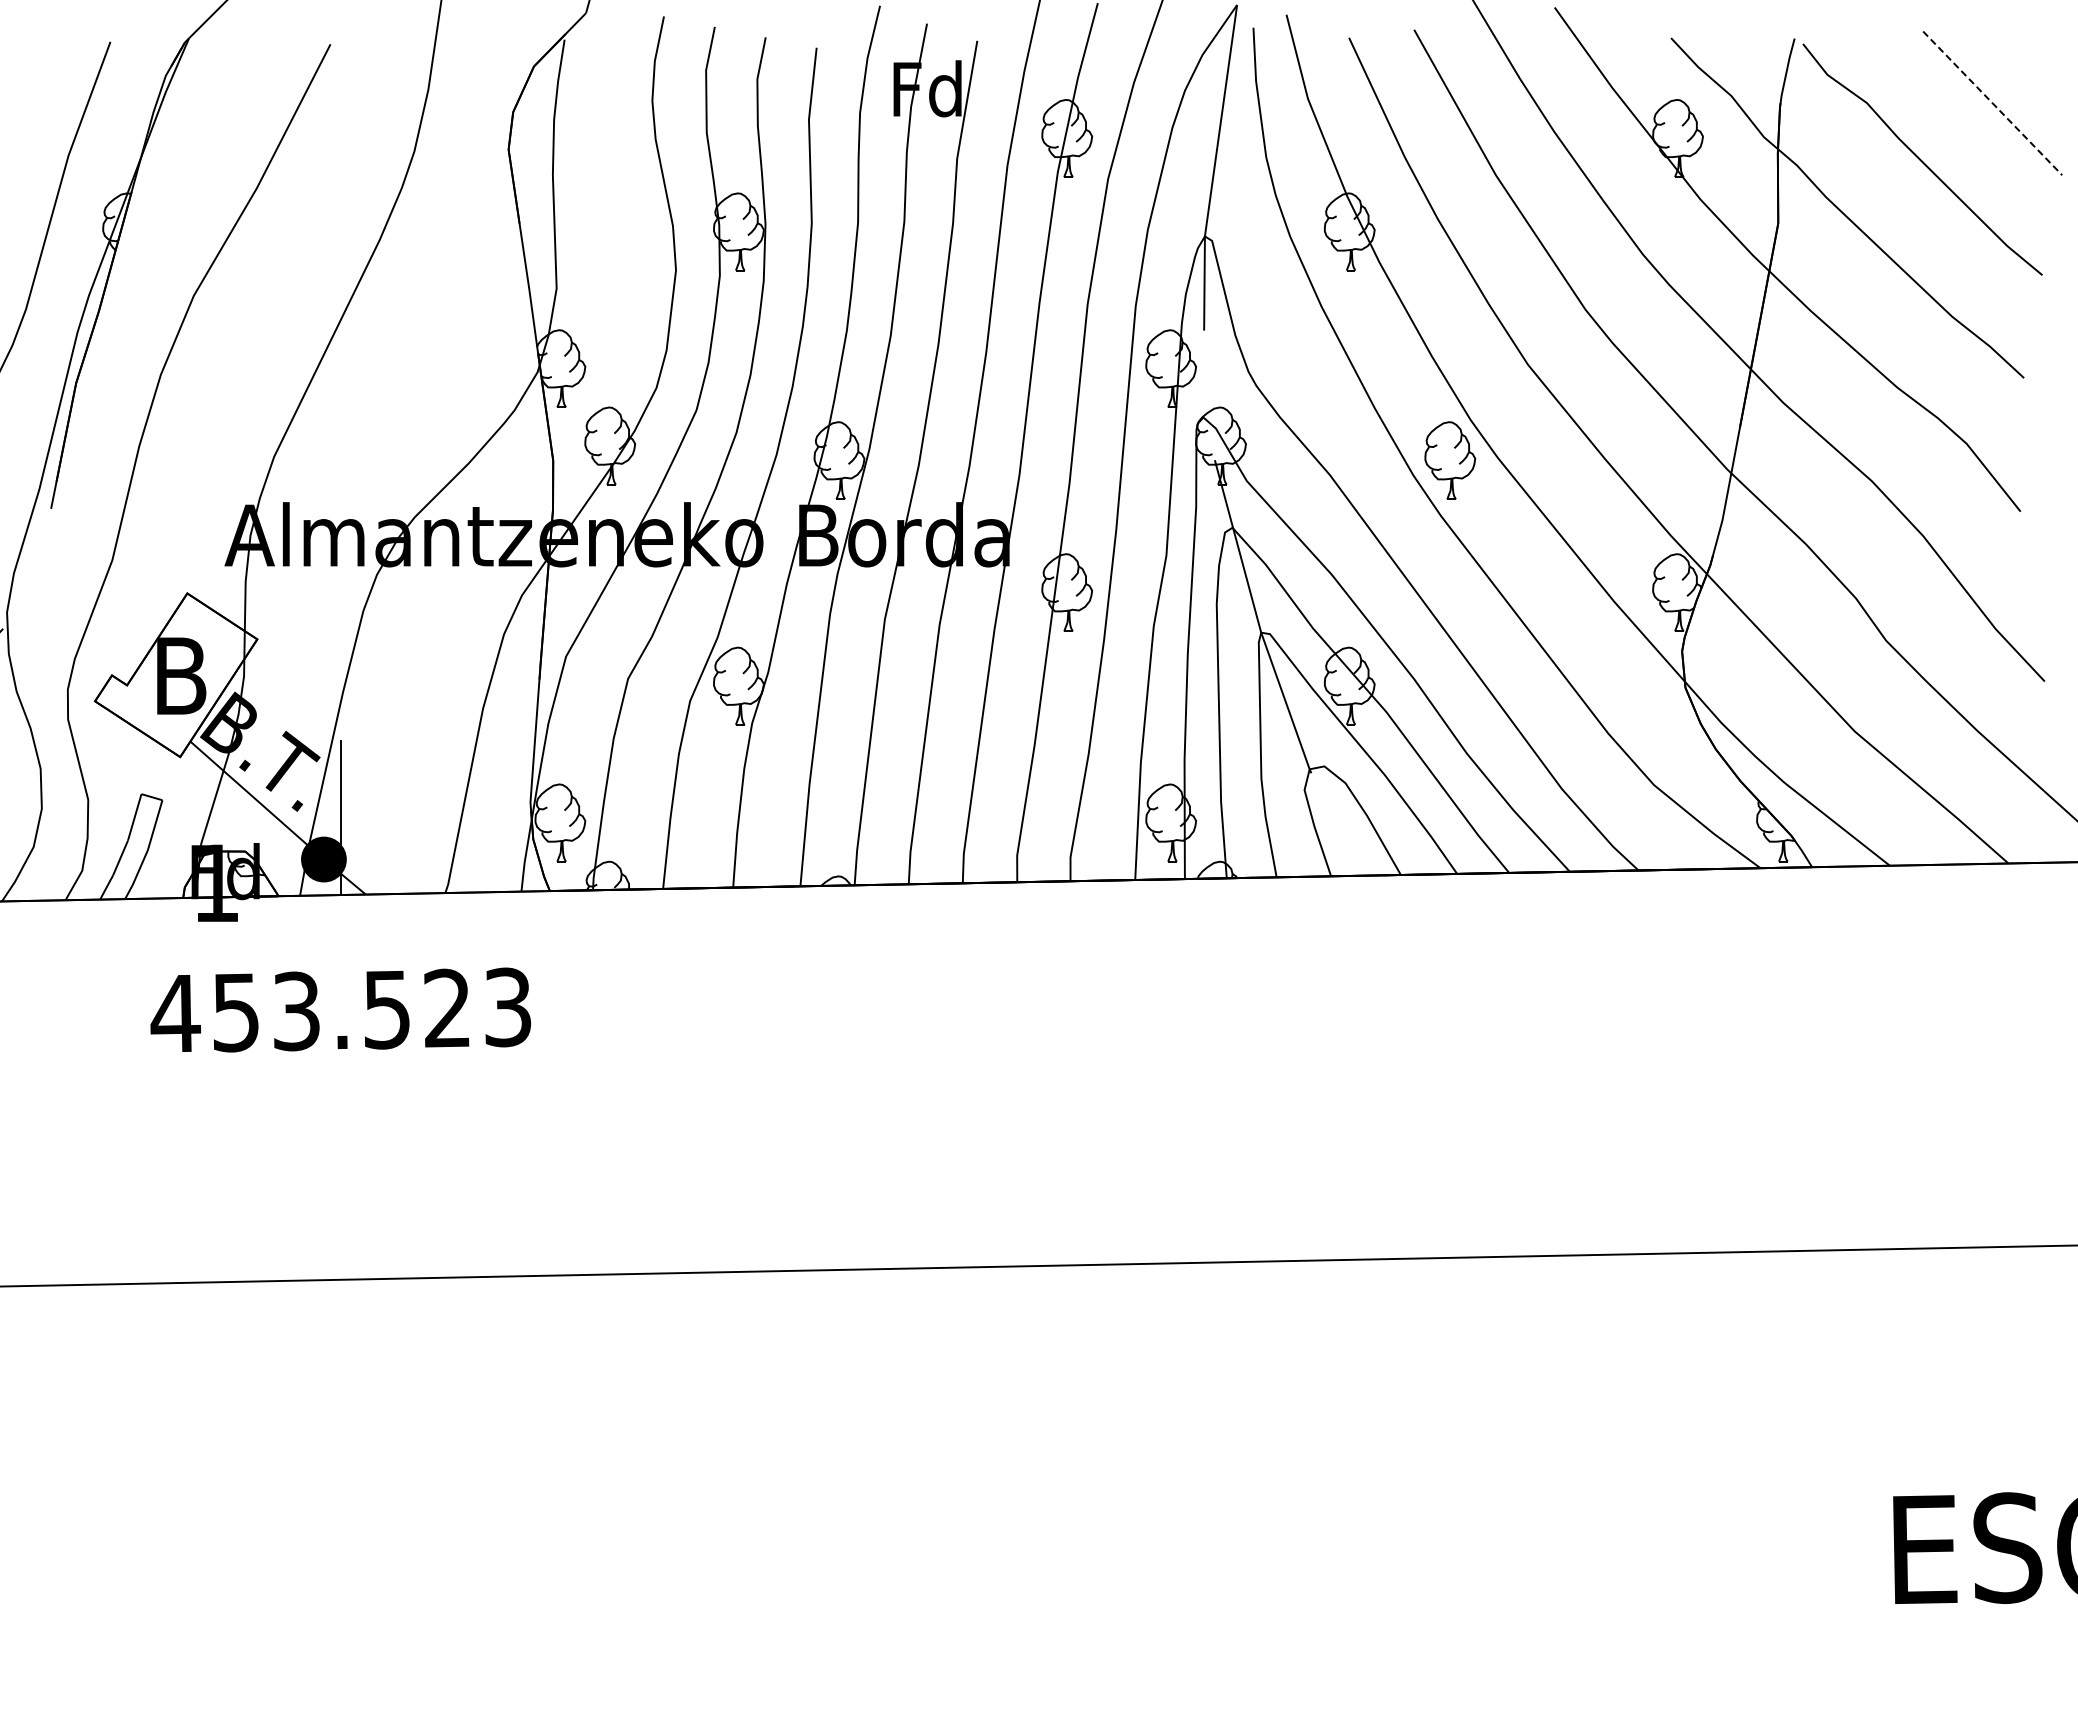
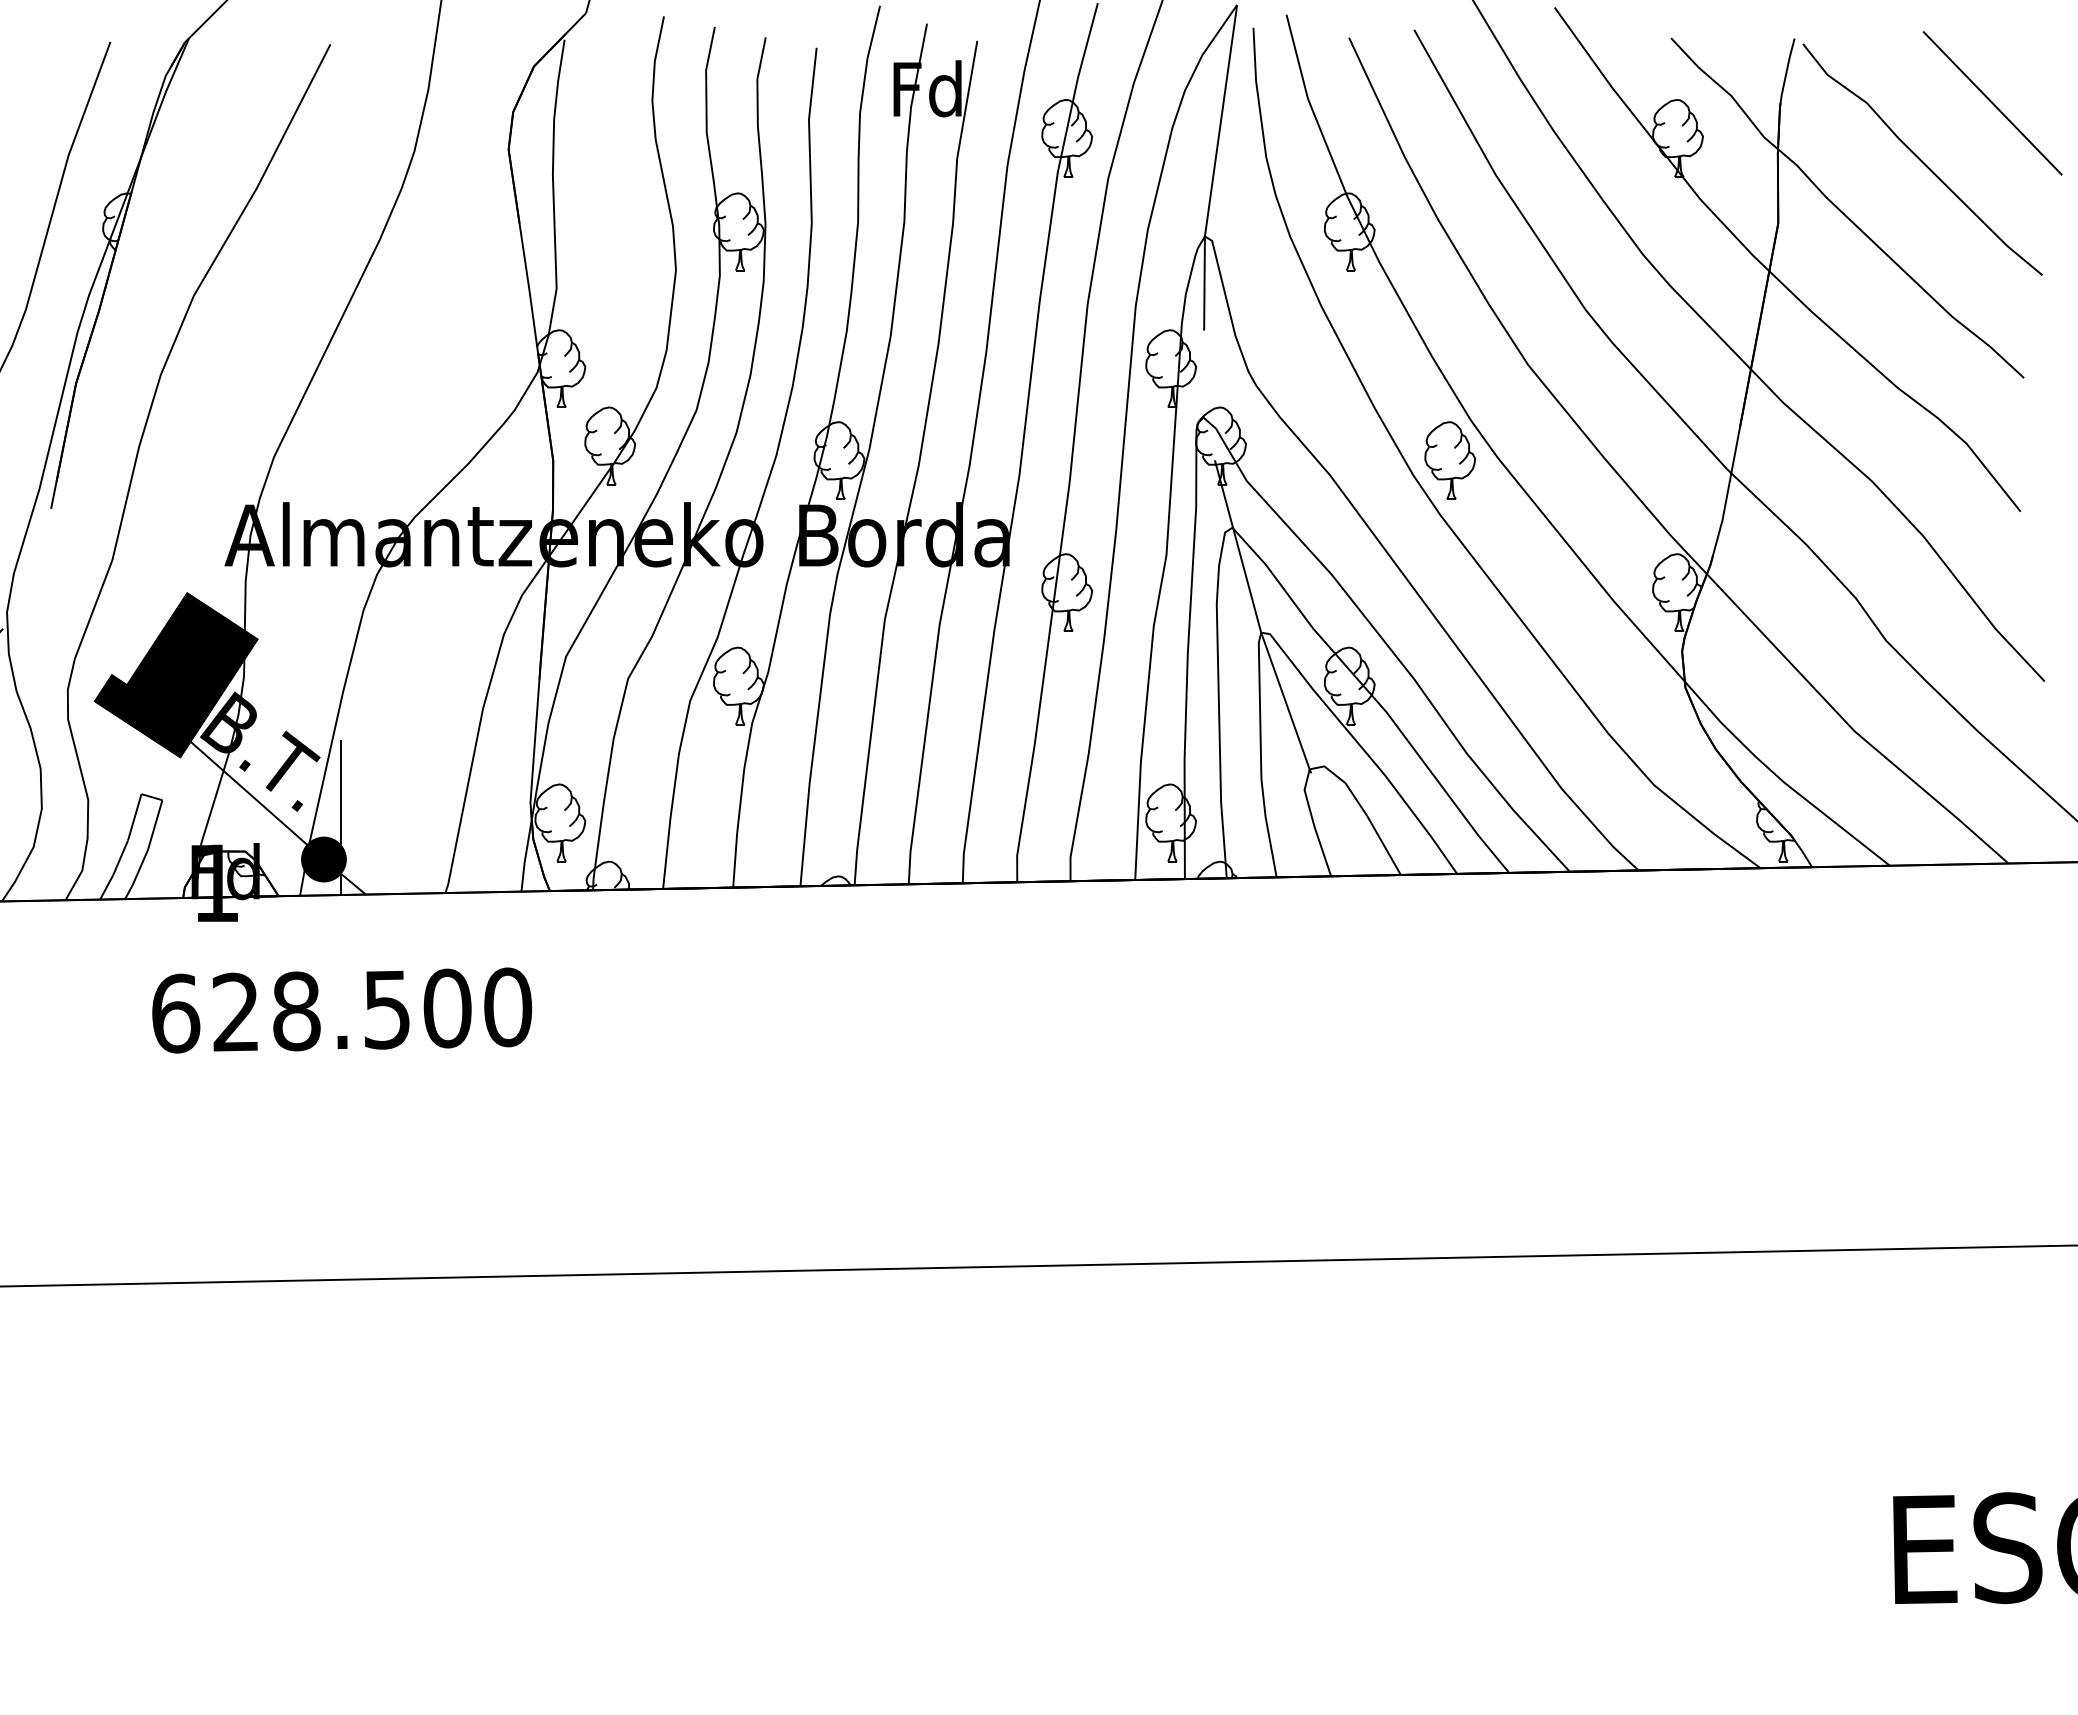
line at (1993, 103): dashed -> solid
fill at (176, 675): none -> present
text at (341, 1010): 453.523 -> 628.500
